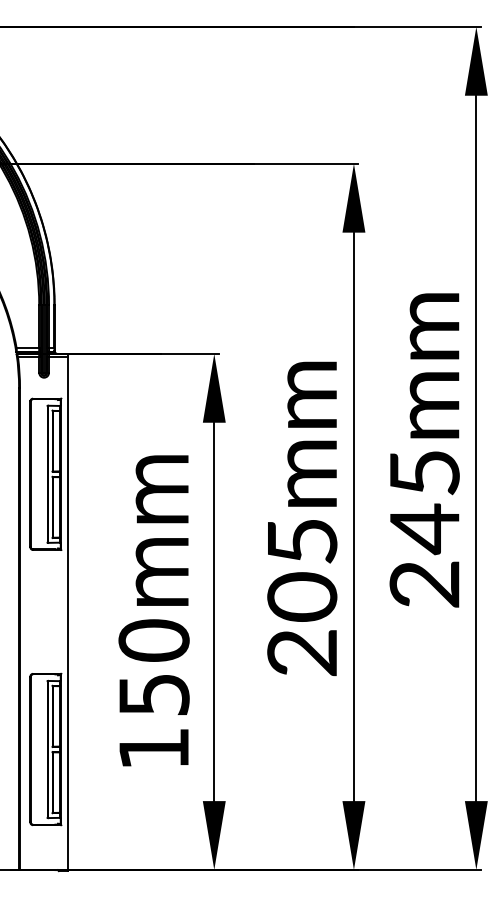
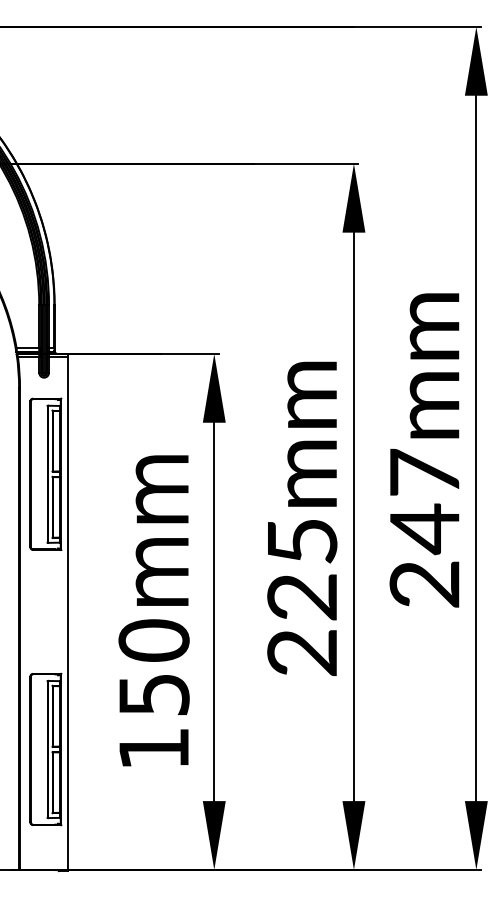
text at (424, 471): 245mm -> 247mm
text at (302, 596): 205mm -> 225mm
